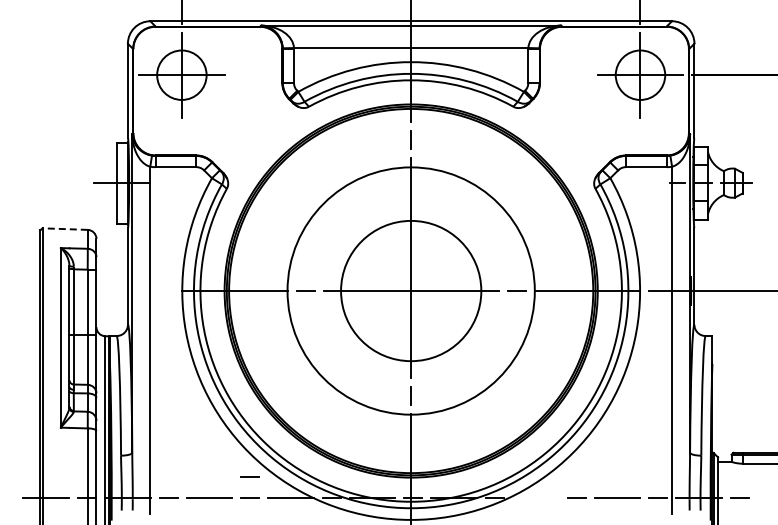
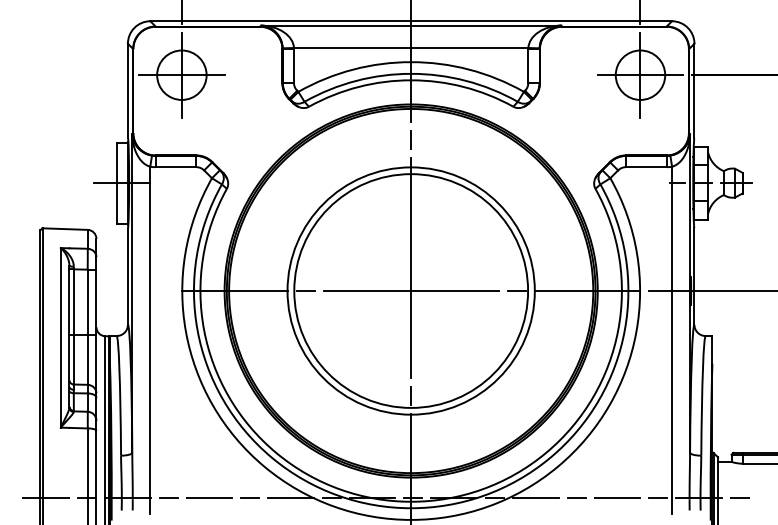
line at (65, 229): dashed -> solid
circle at (411, 290) diameter: 140 px -> 234 px
line at (249, 476): present -> none
line at (535, 497): none -> present
